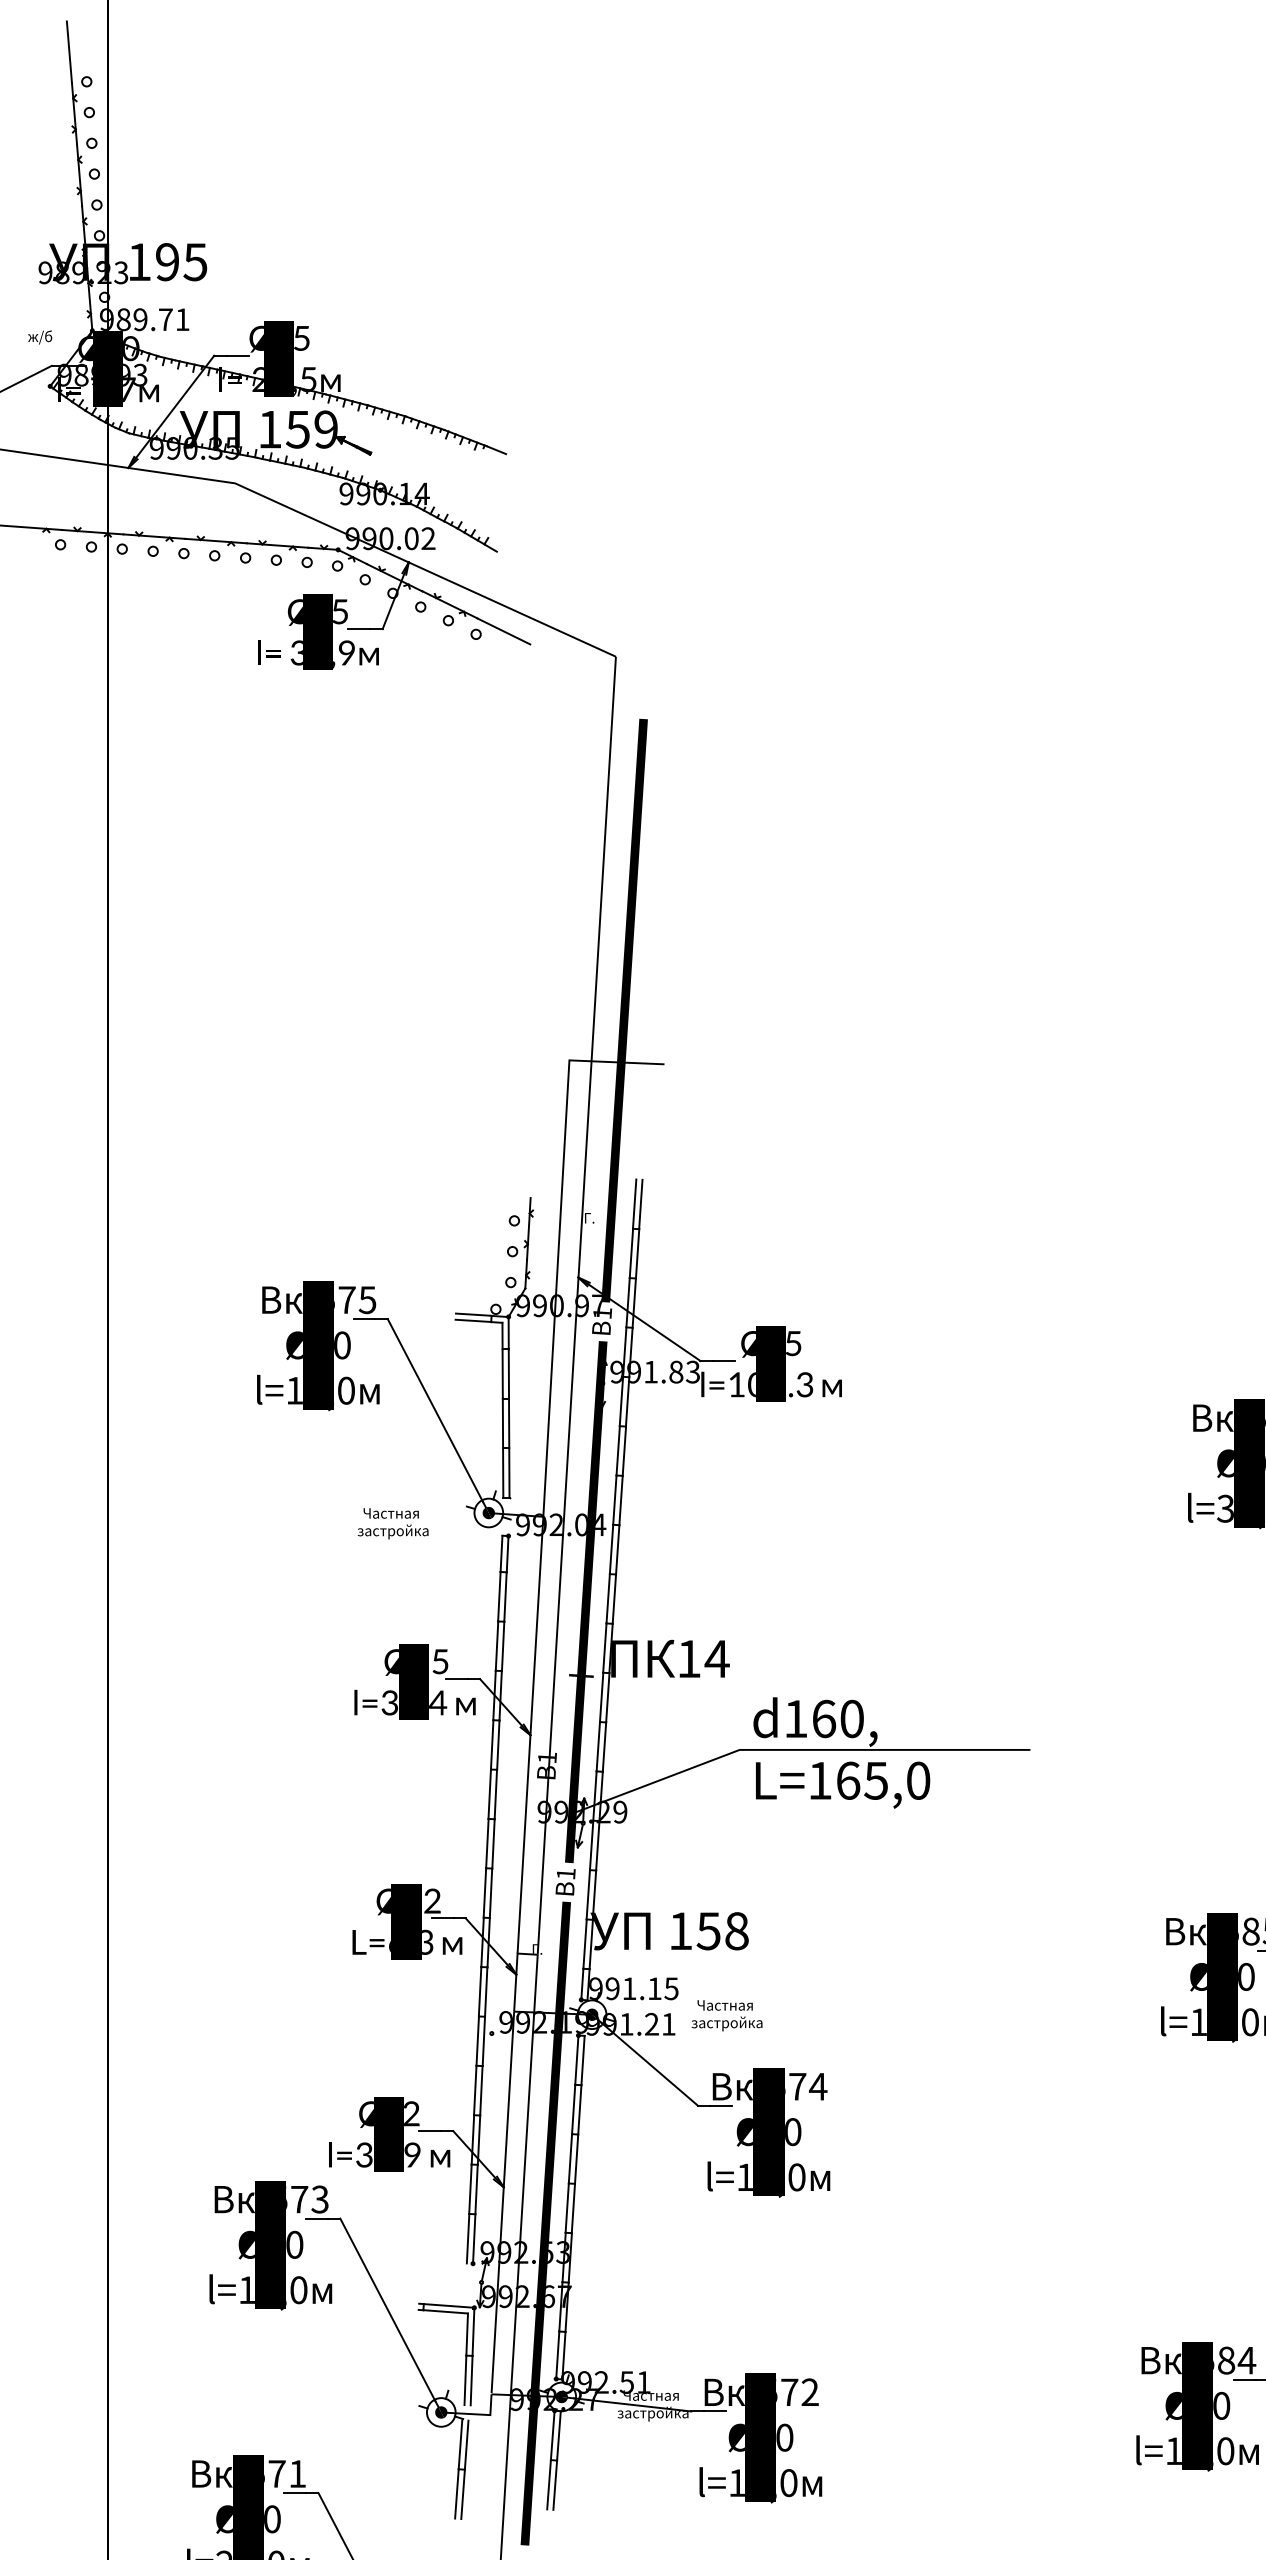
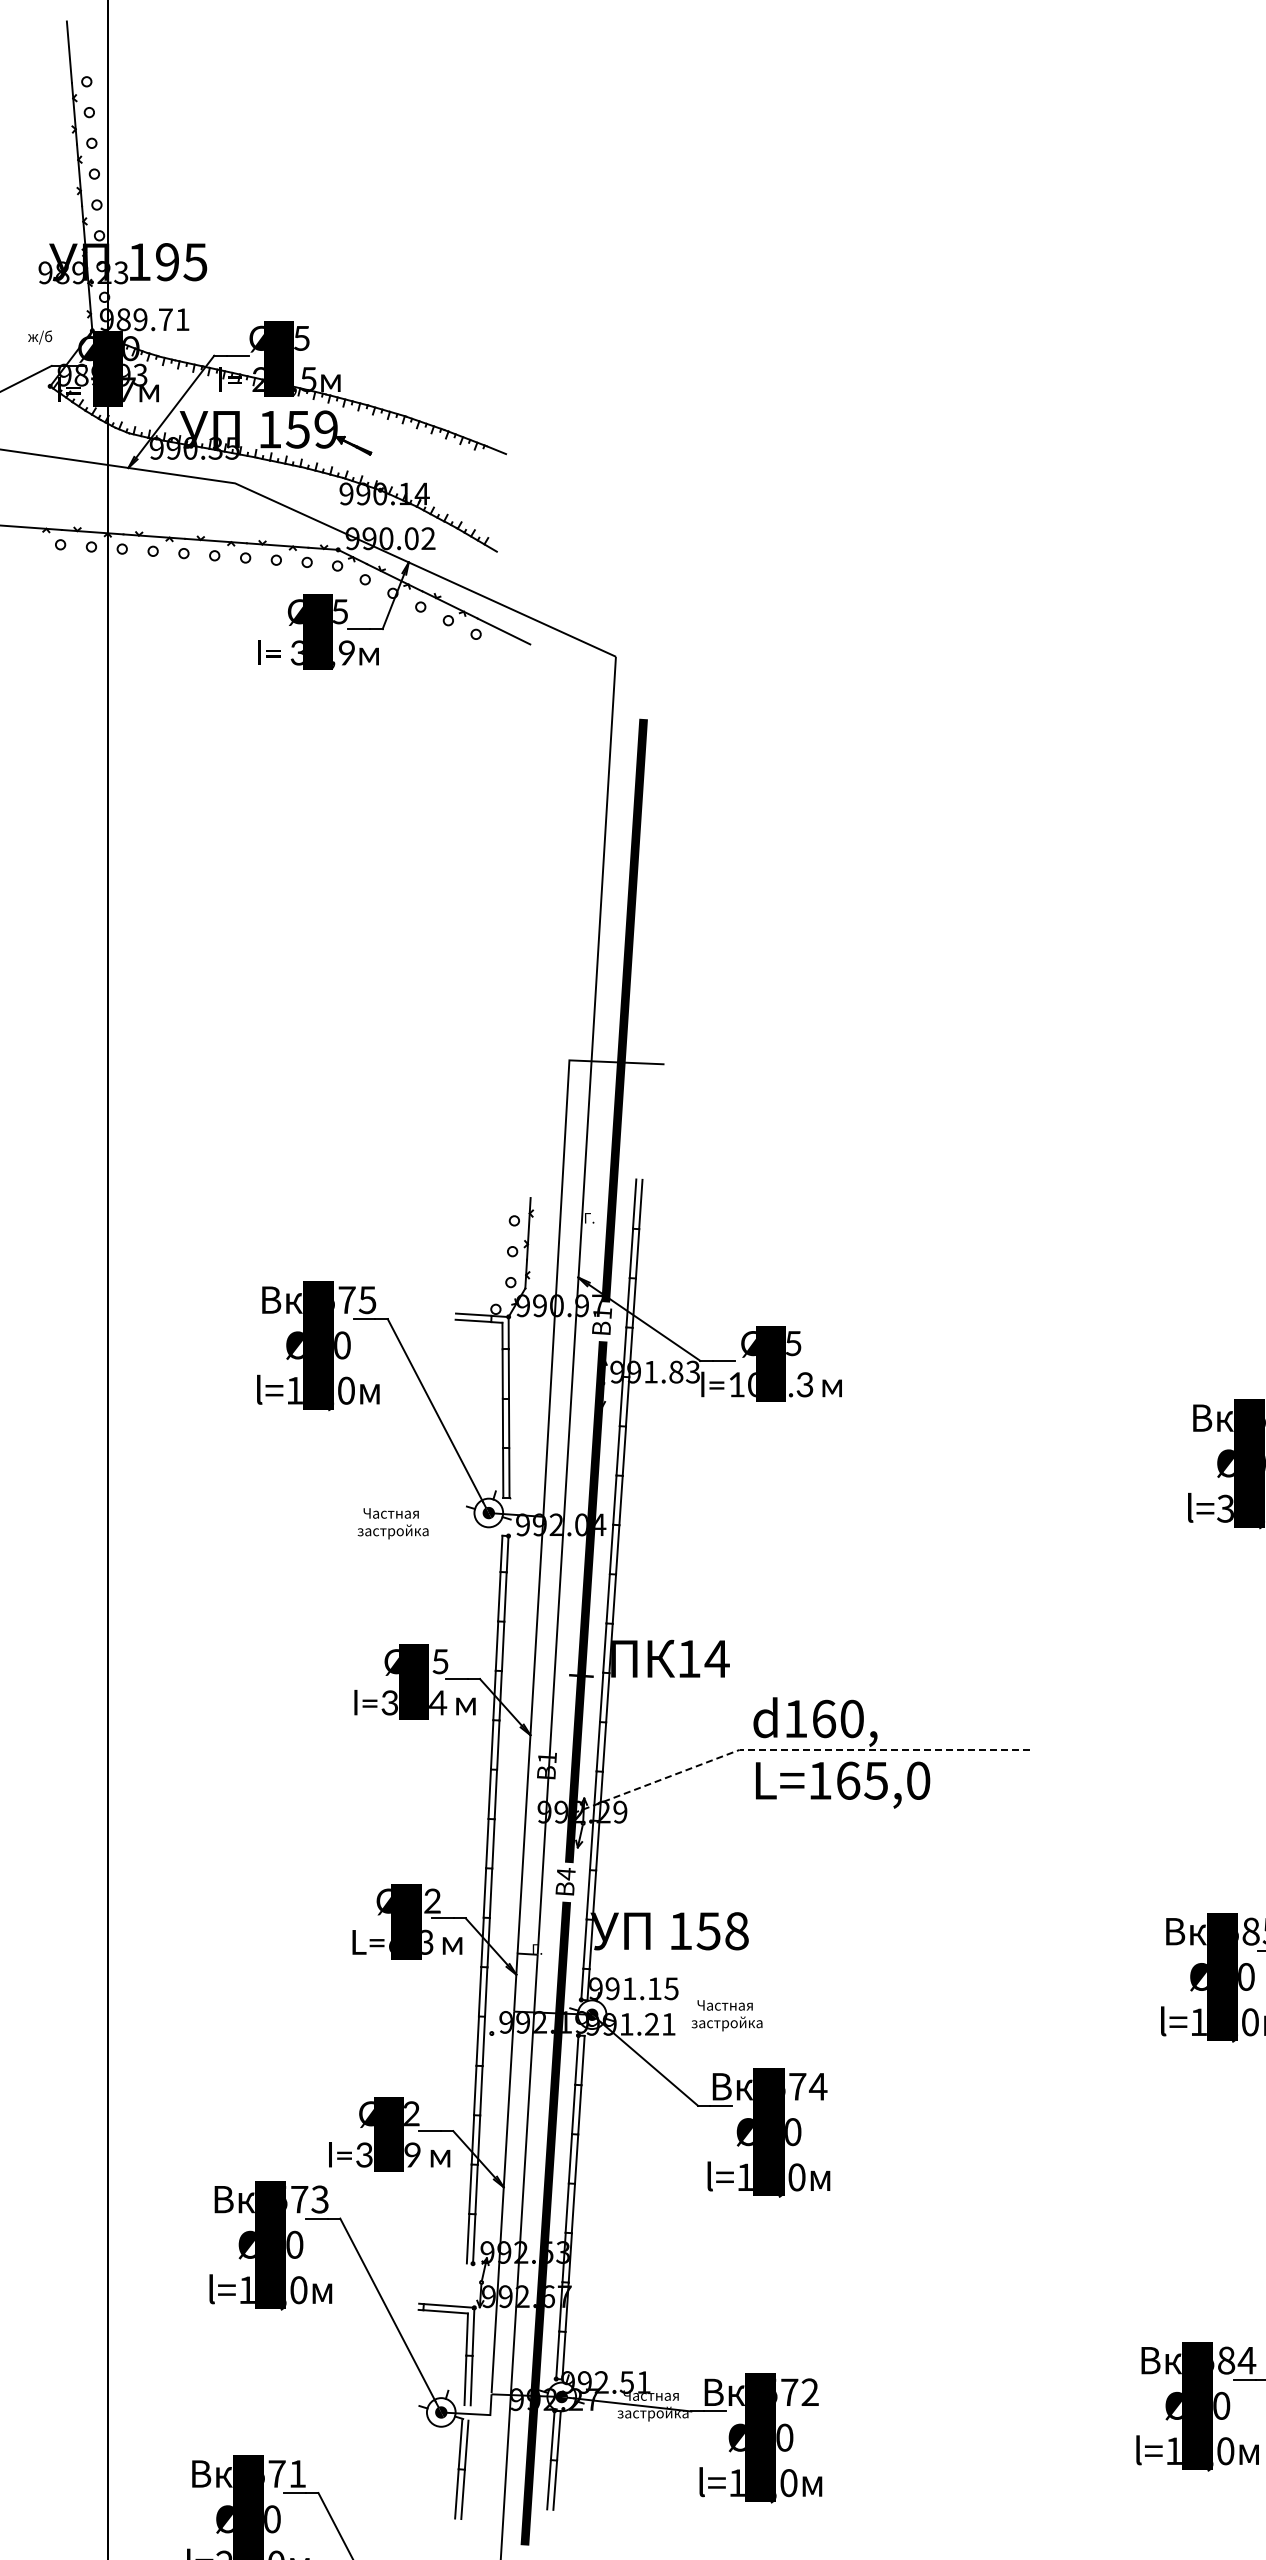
line at (795, 1749): solid -> dashed
text at (566, 1874): B1 -> B4
